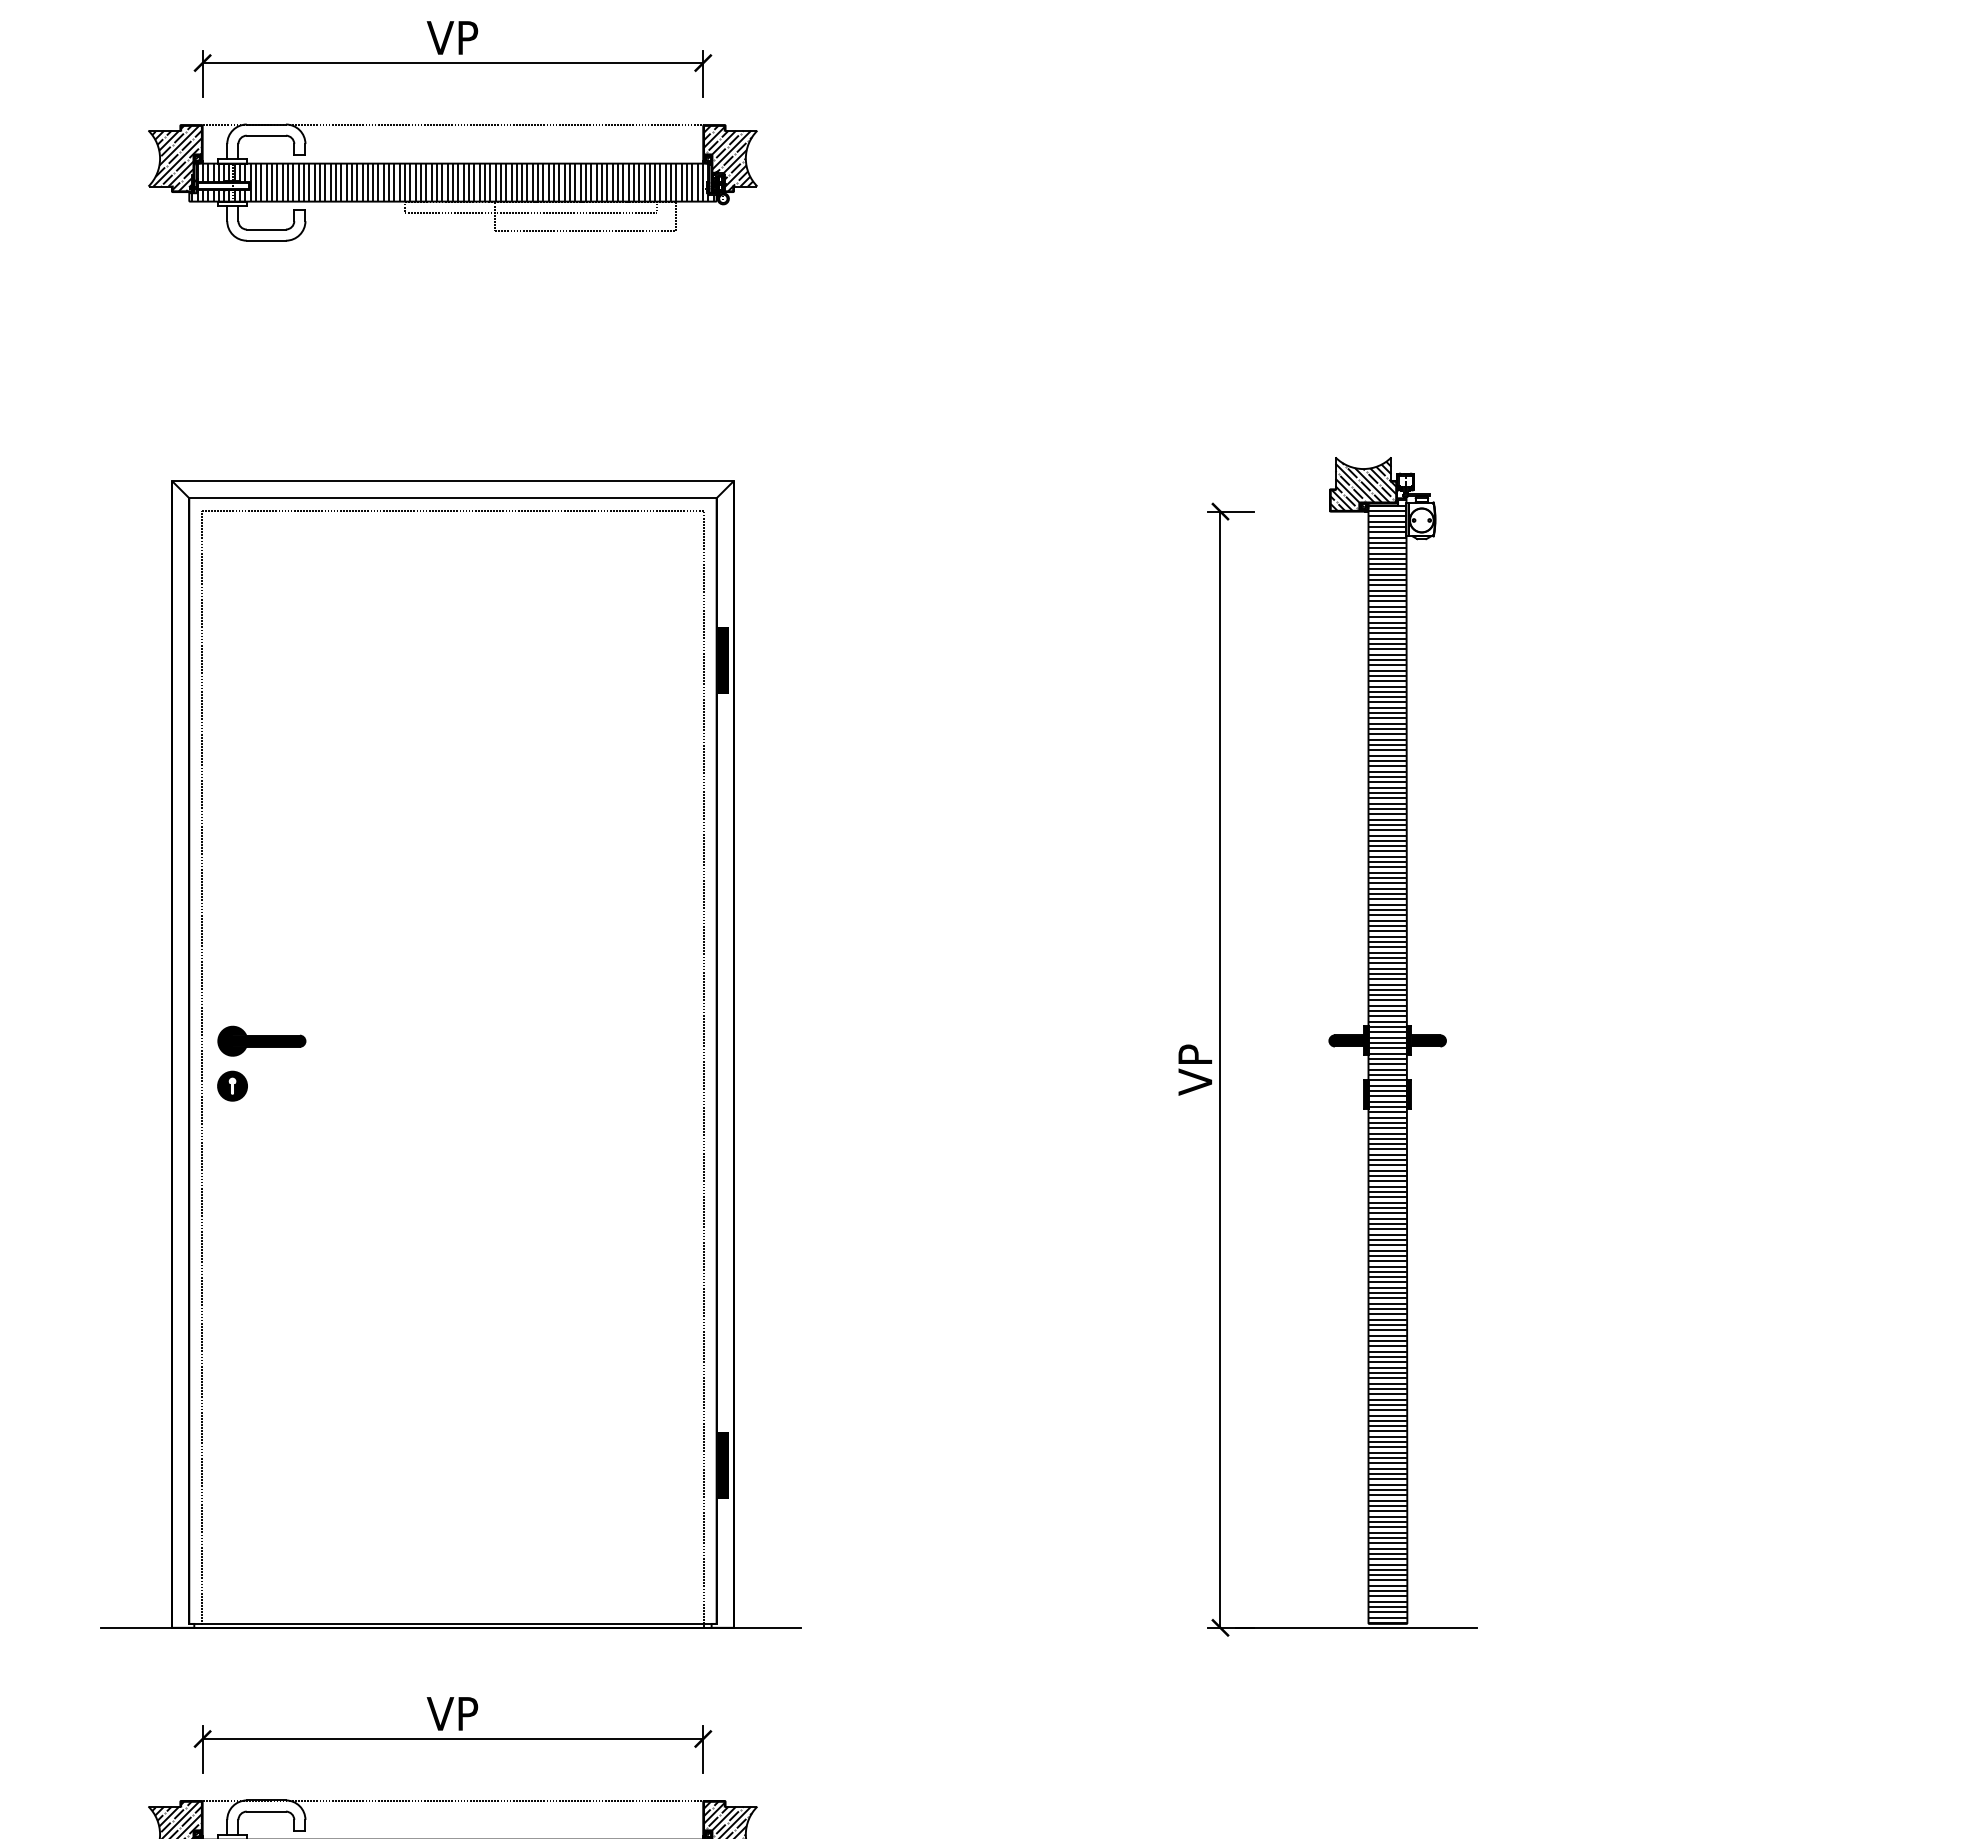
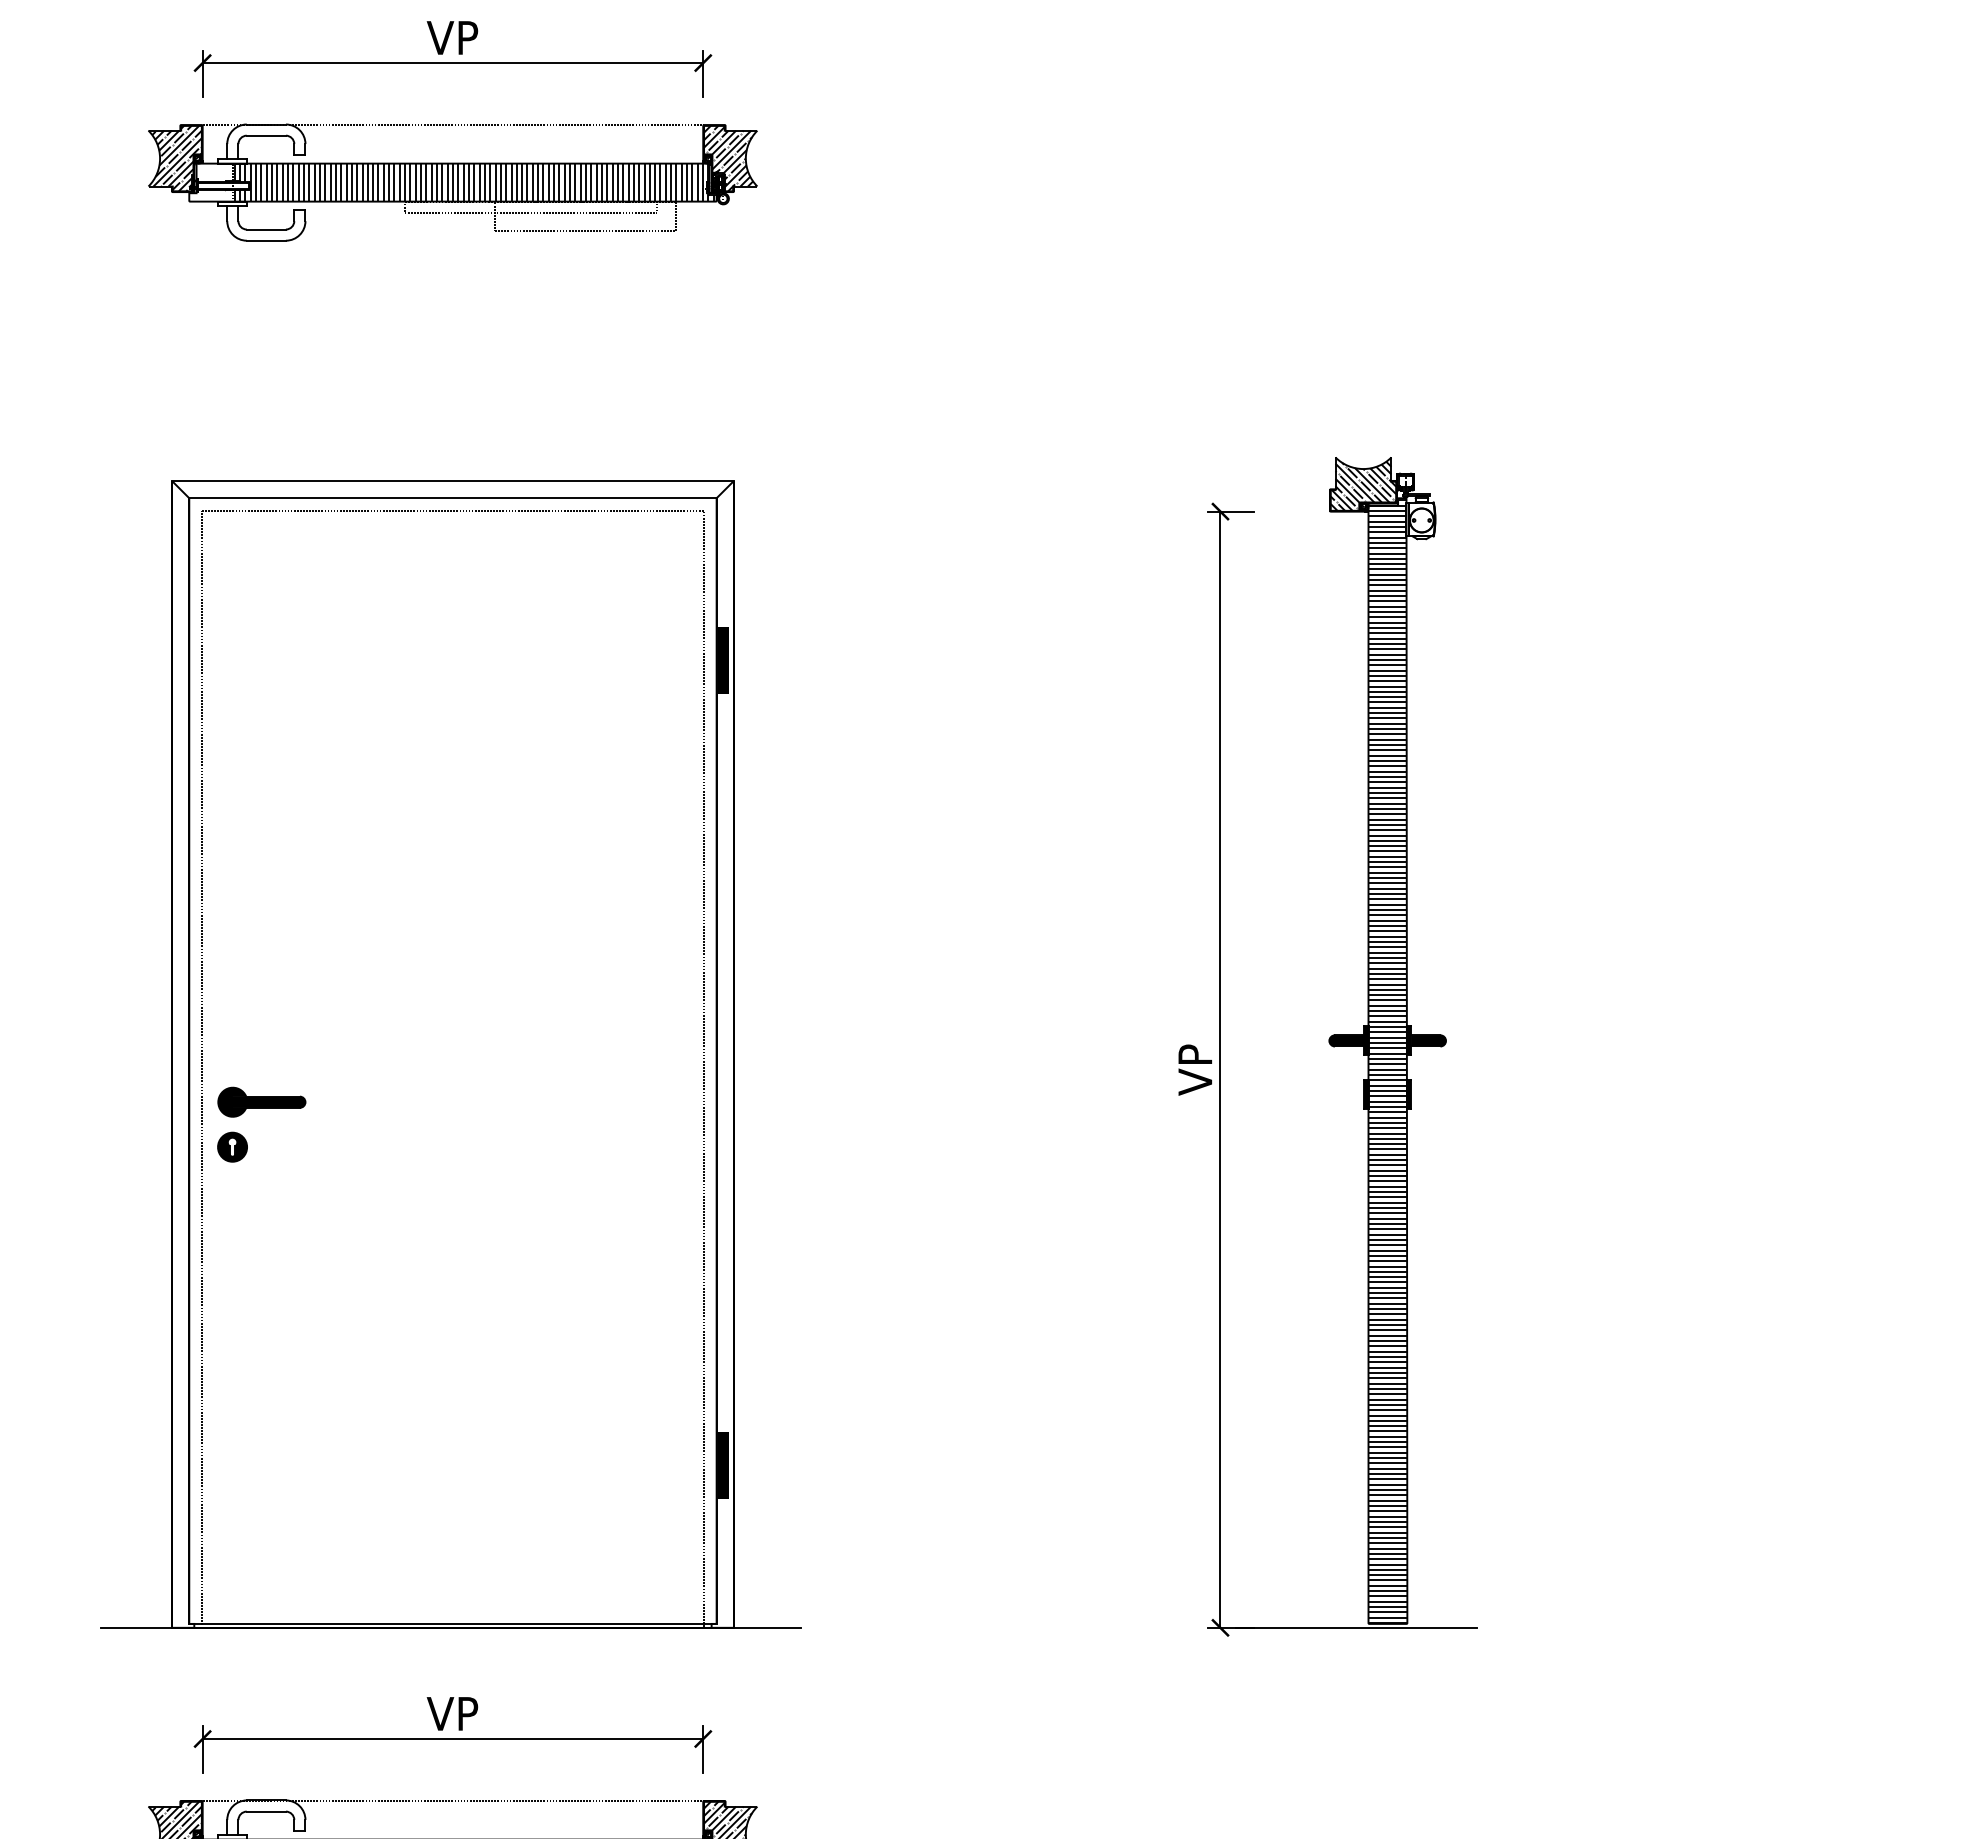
hatch at (213, 172): present -> none
hatch at (210, 195): present -> none
part at (261, 1047) position: (261, 1047) -> (261, 1108)
